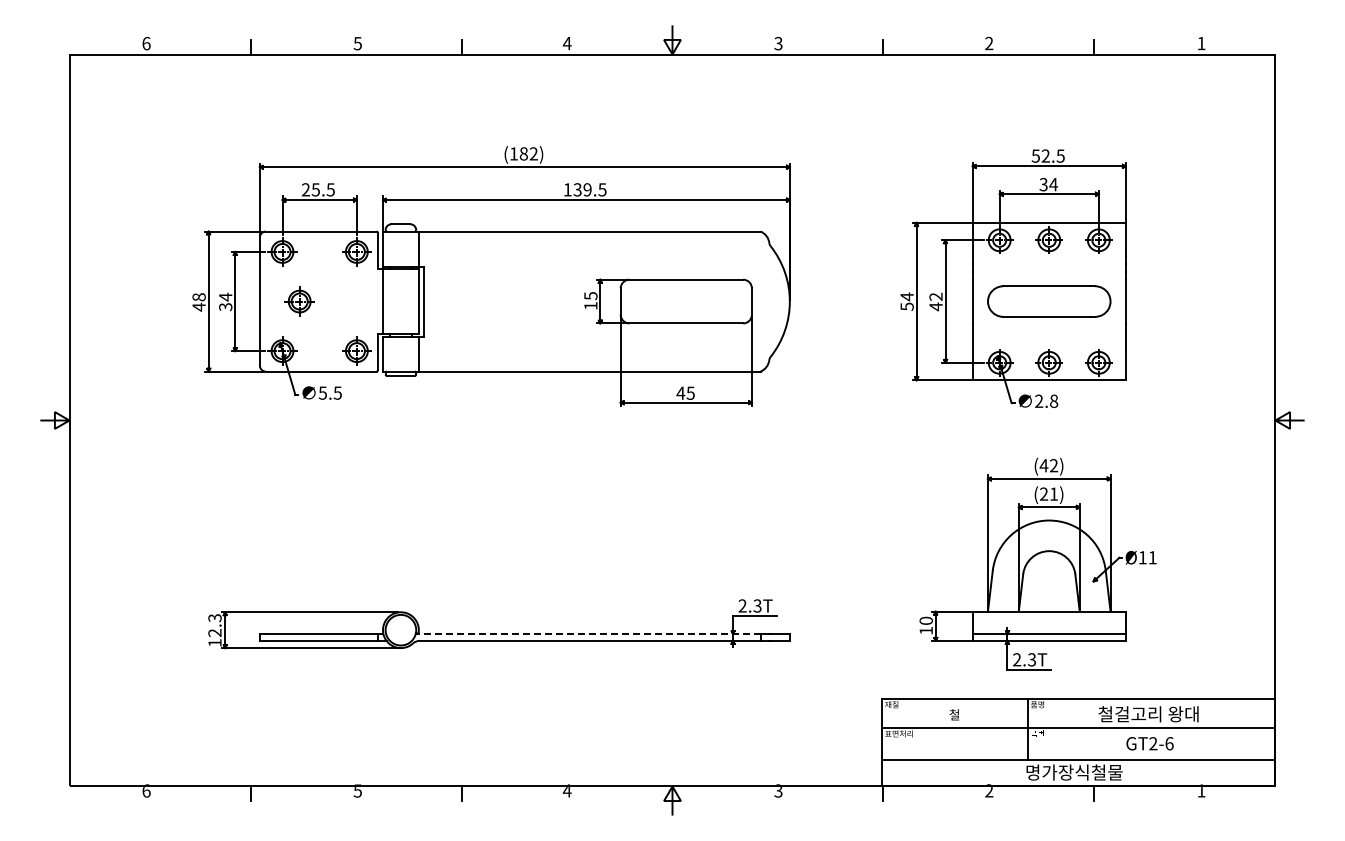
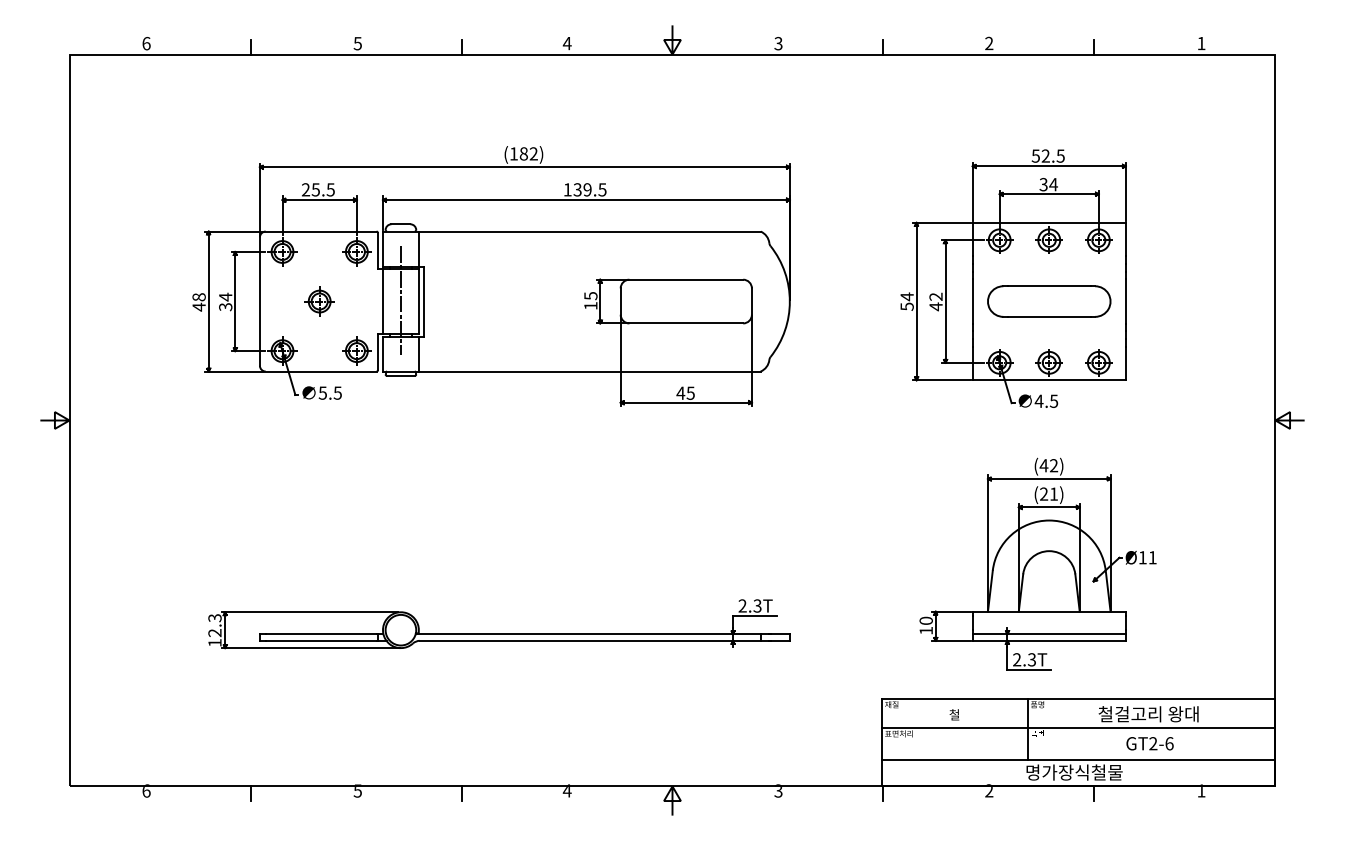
line at (400, 300): none -> present
part at (299, 301) position: (299, 301) -> (319, 301)
text at (1046, 400): 2.8 -> 4.5
line at (588, 634): dashed -> solid
